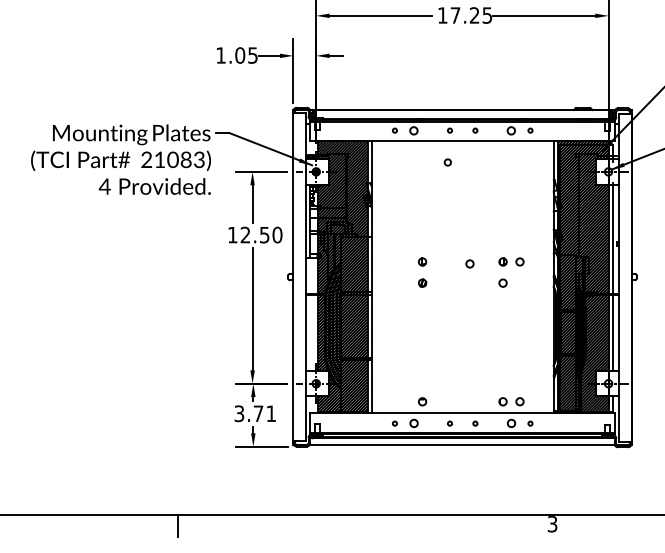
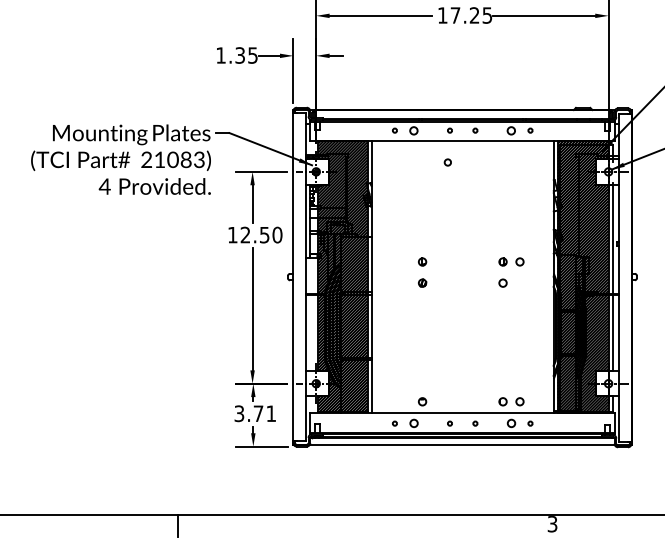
text at (240, 55): 1.05 -> 1.35
circle at (469, 263): present -> none
